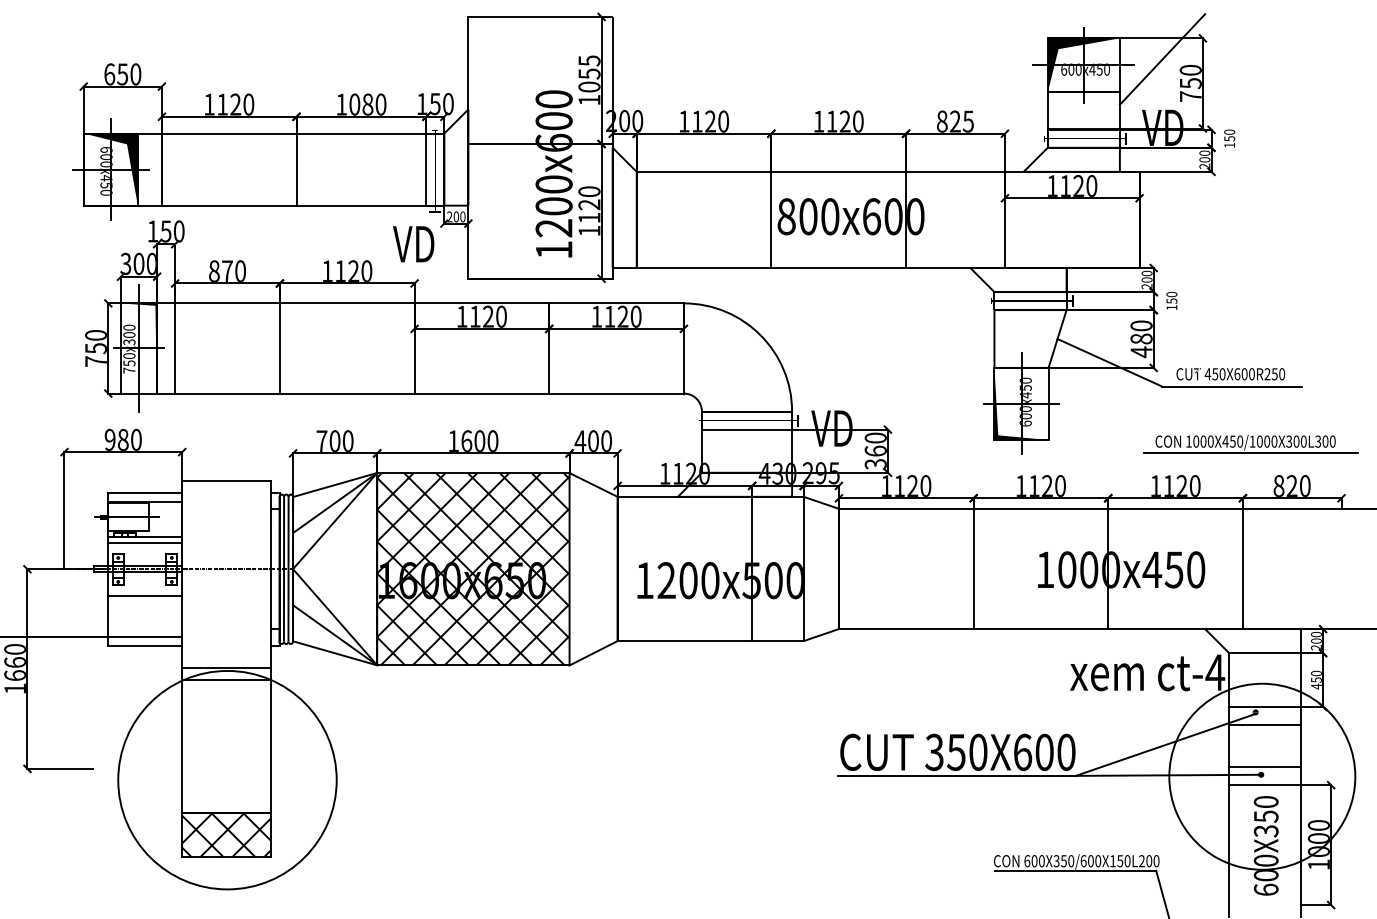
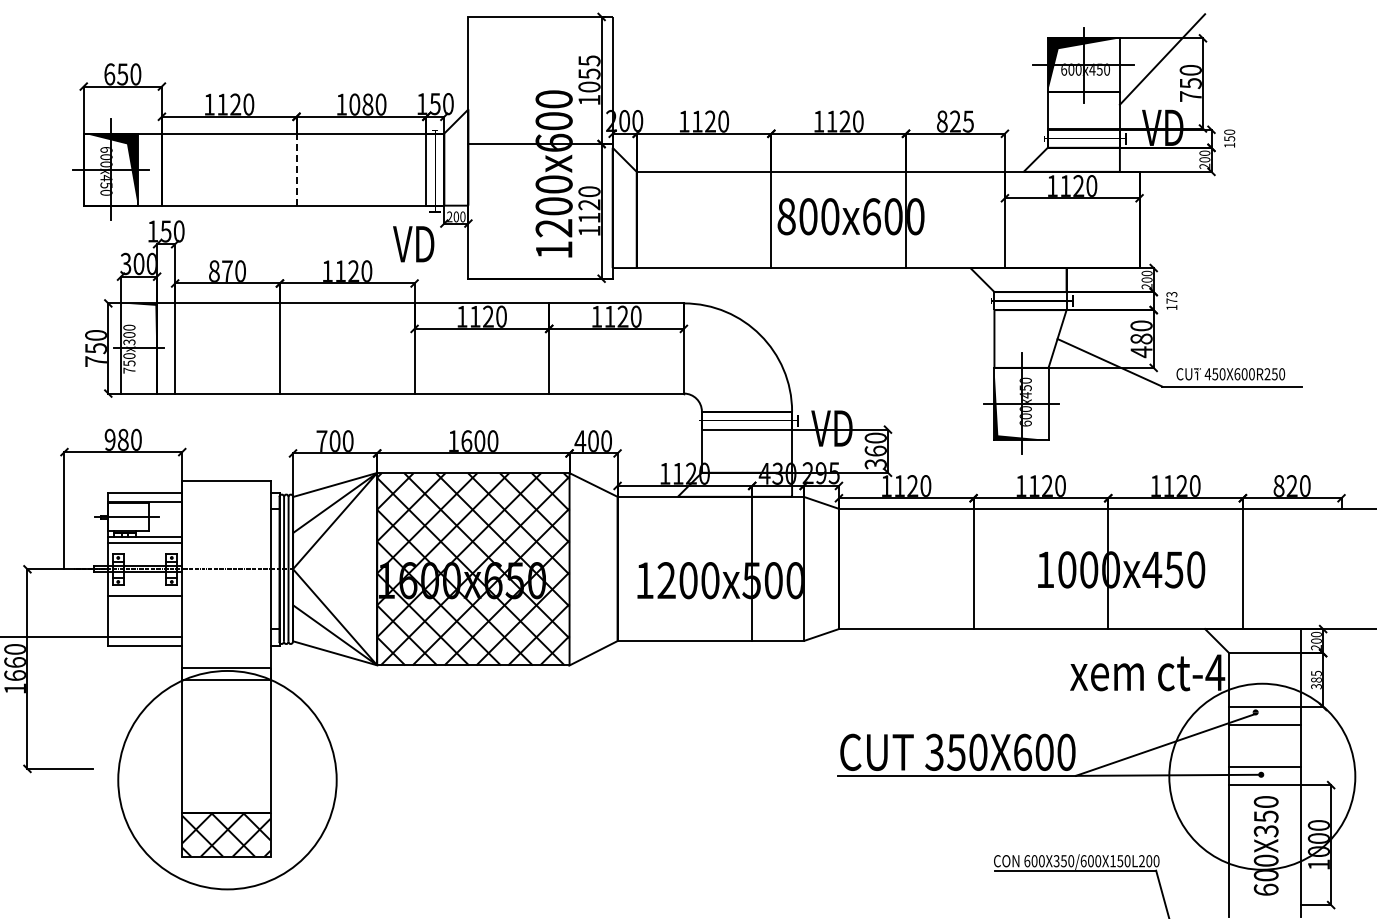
line at (296, 169): solid -> dashed
text at (1171, 297): 150 -> 173
line at (139, 348): present -> none
part at (1250, 443): present -> none
text at (1316, 679): 450 -> 385
